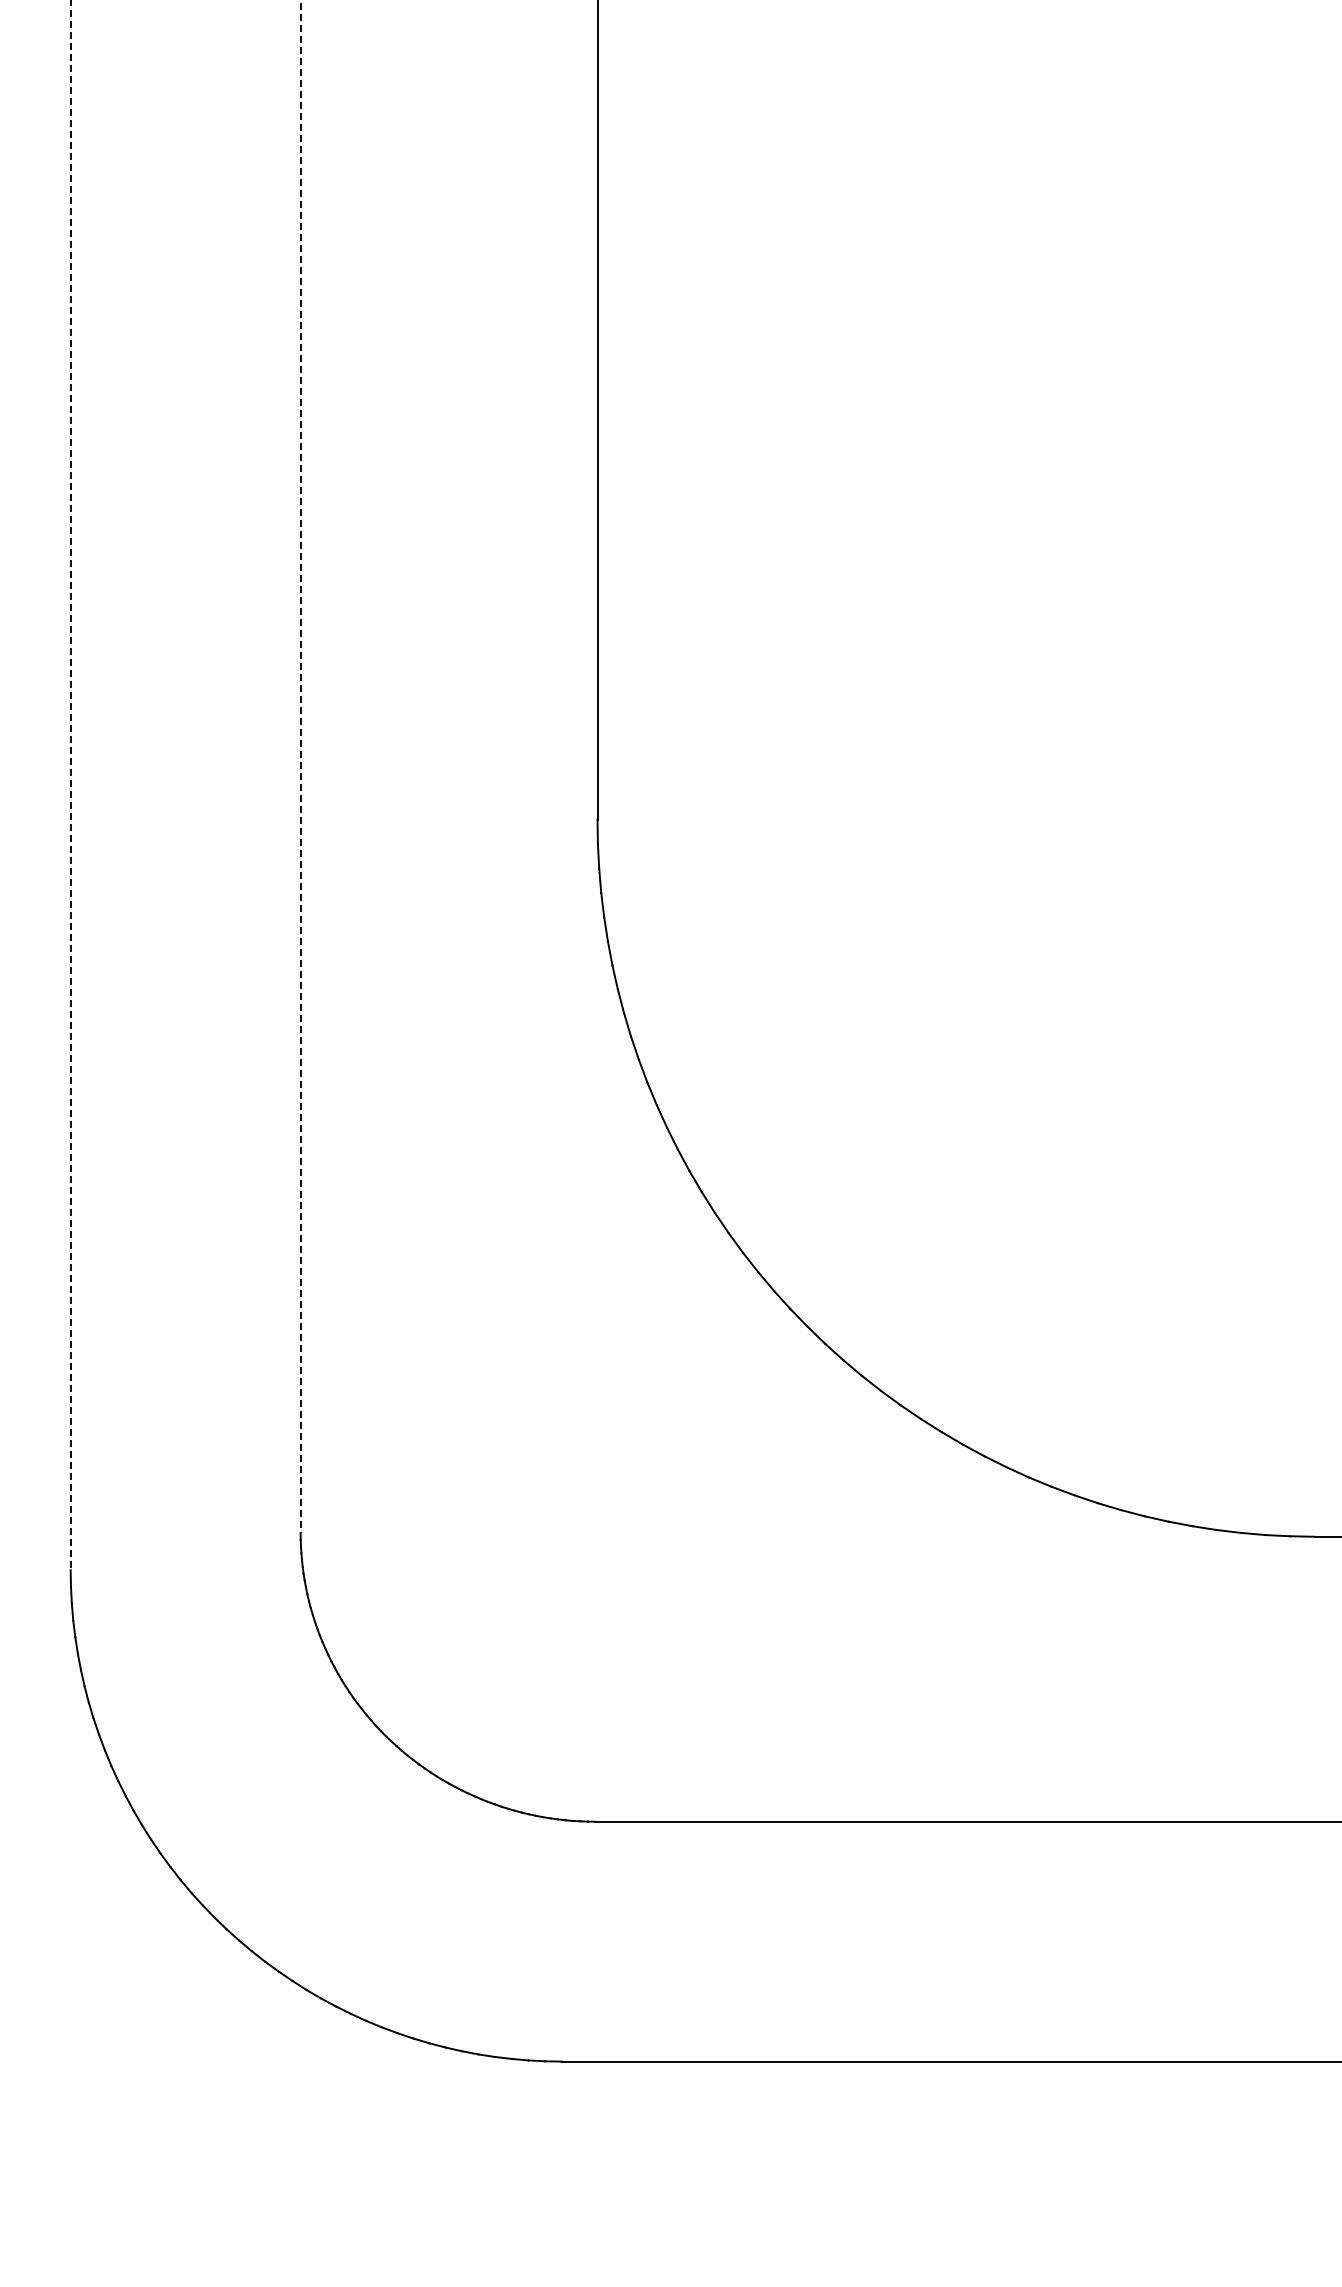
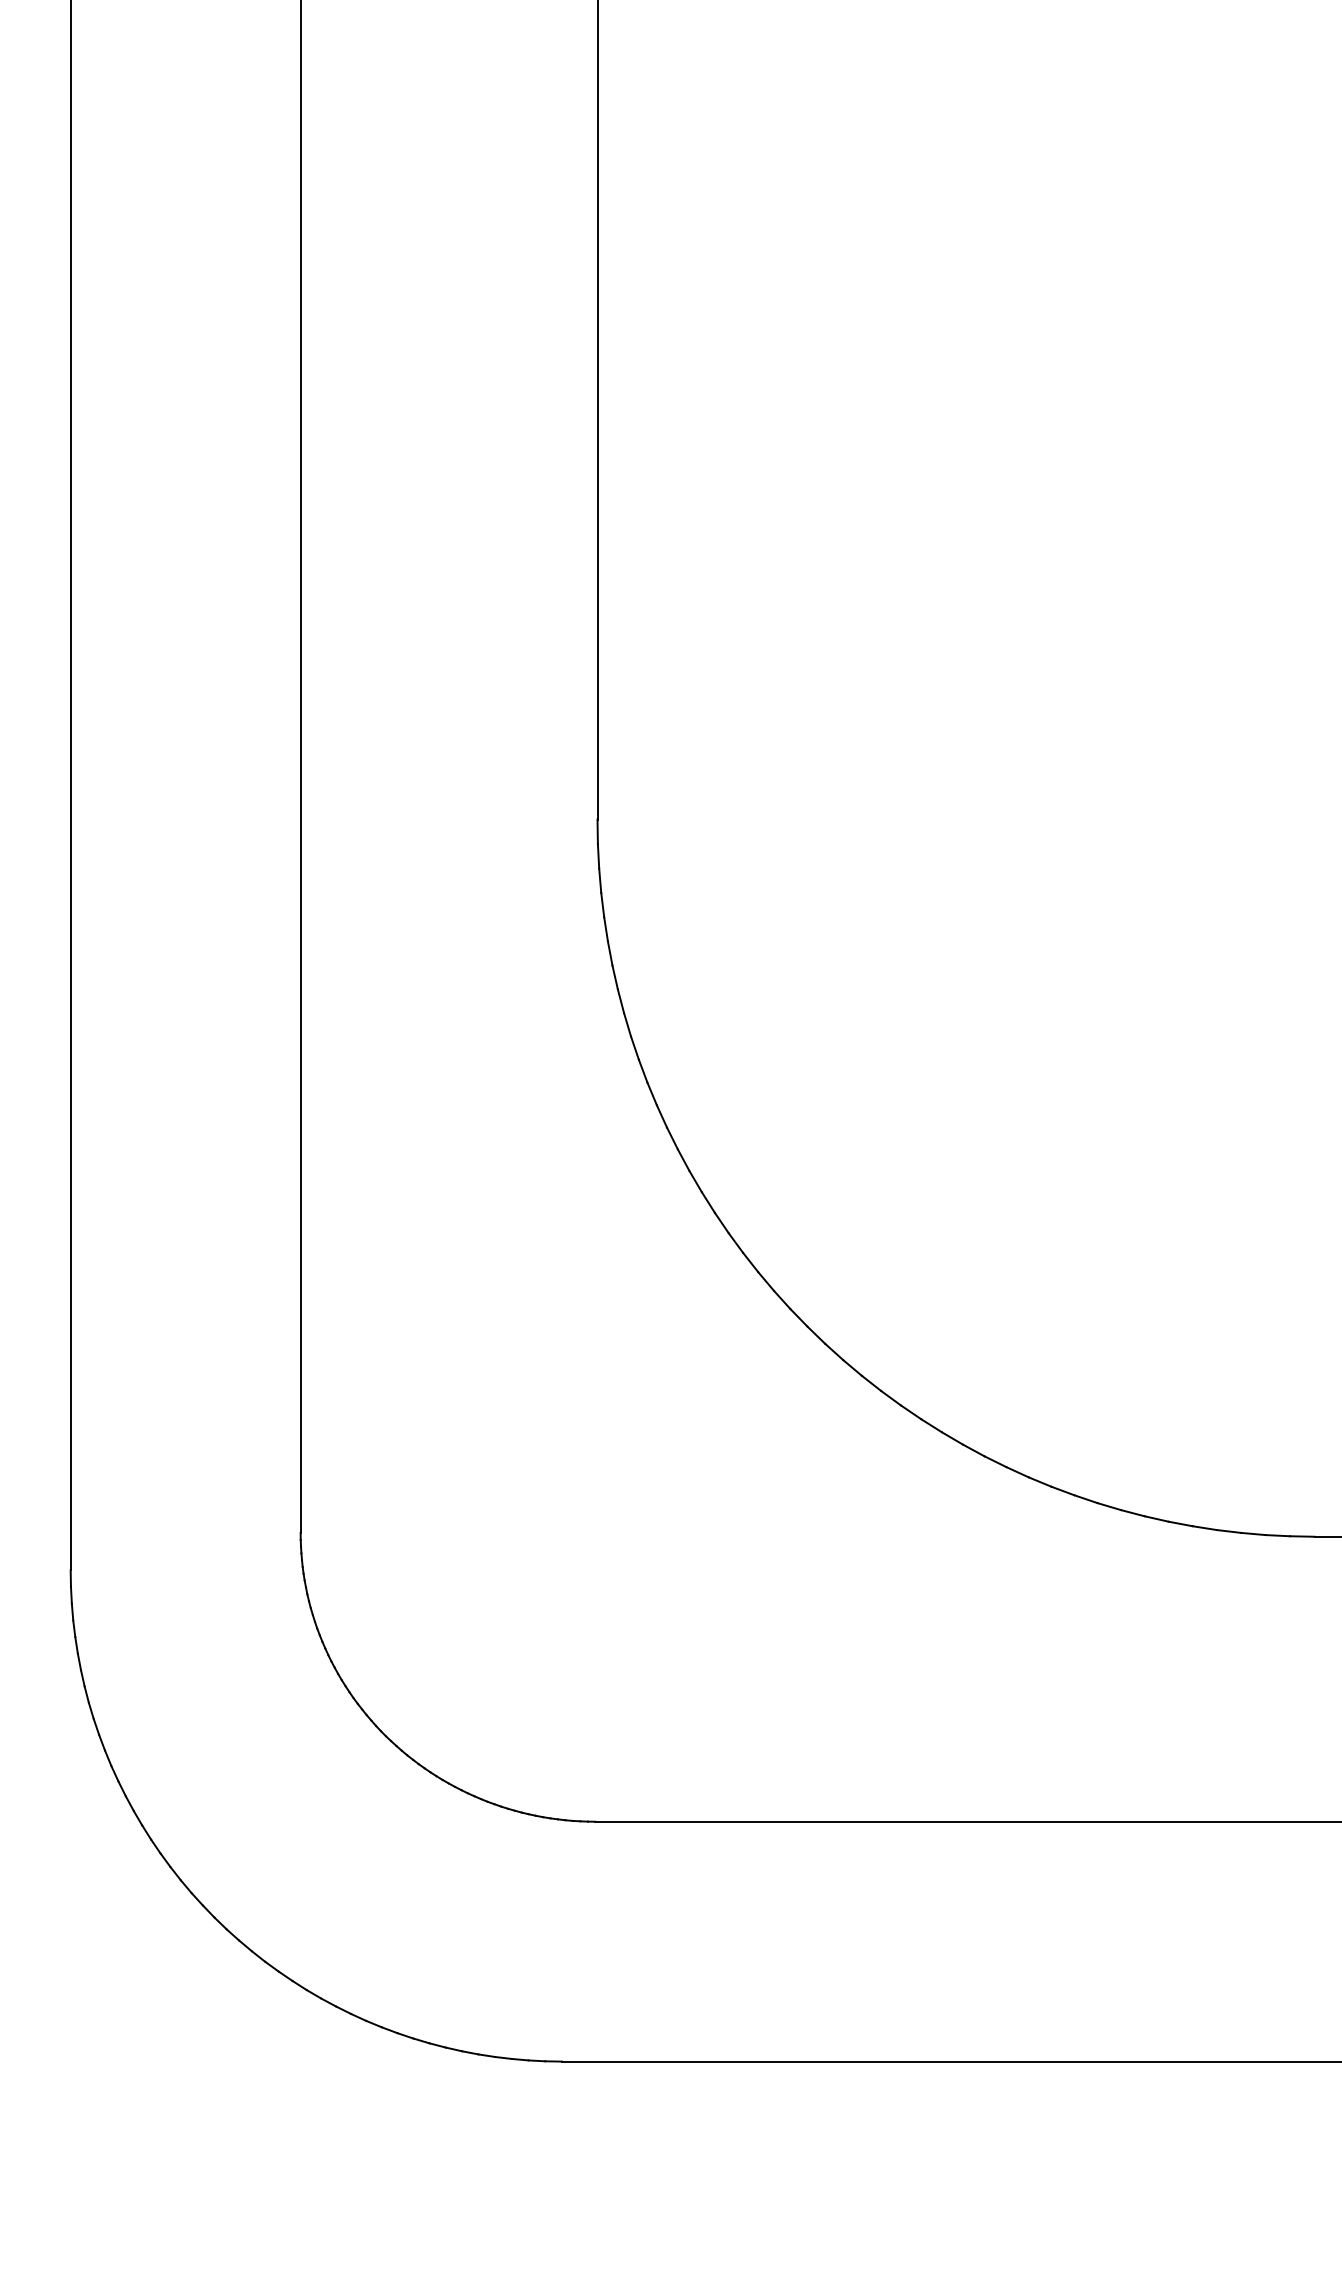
line at (300, 767): dashed -> solid
line at (70, 785): dashed -> solid
